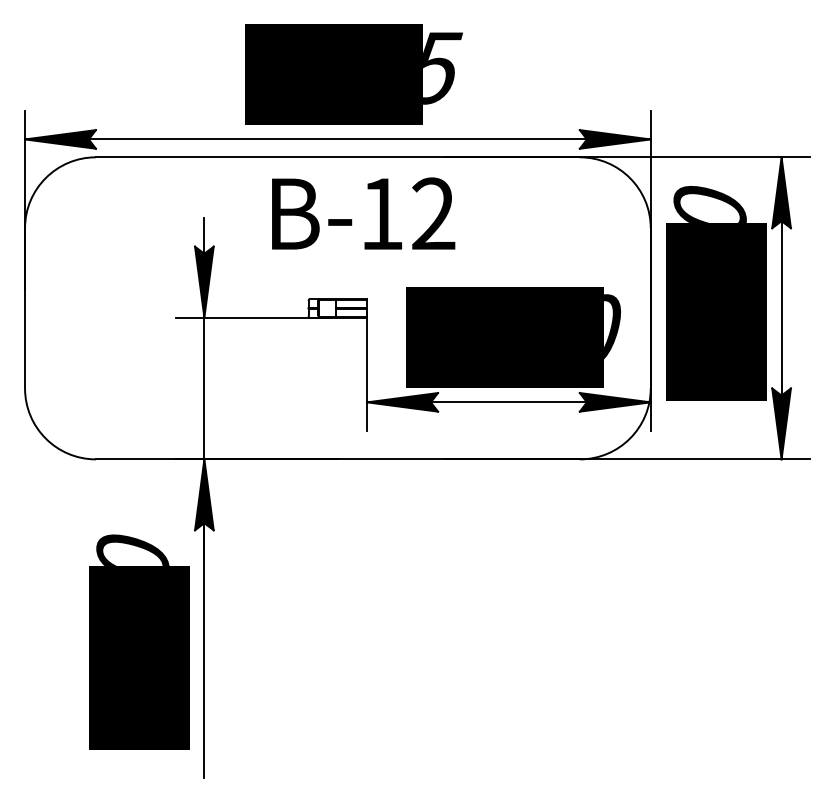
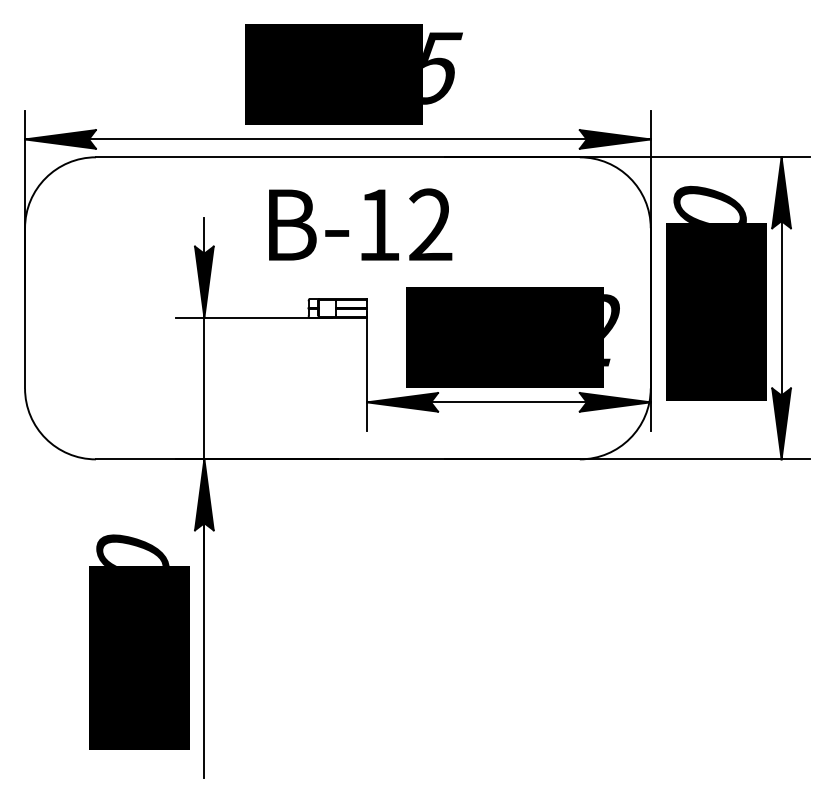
text at (363, 213) position: (363, 213) -> (360, 224)
text at (612, 330): 2000 -> 2772
